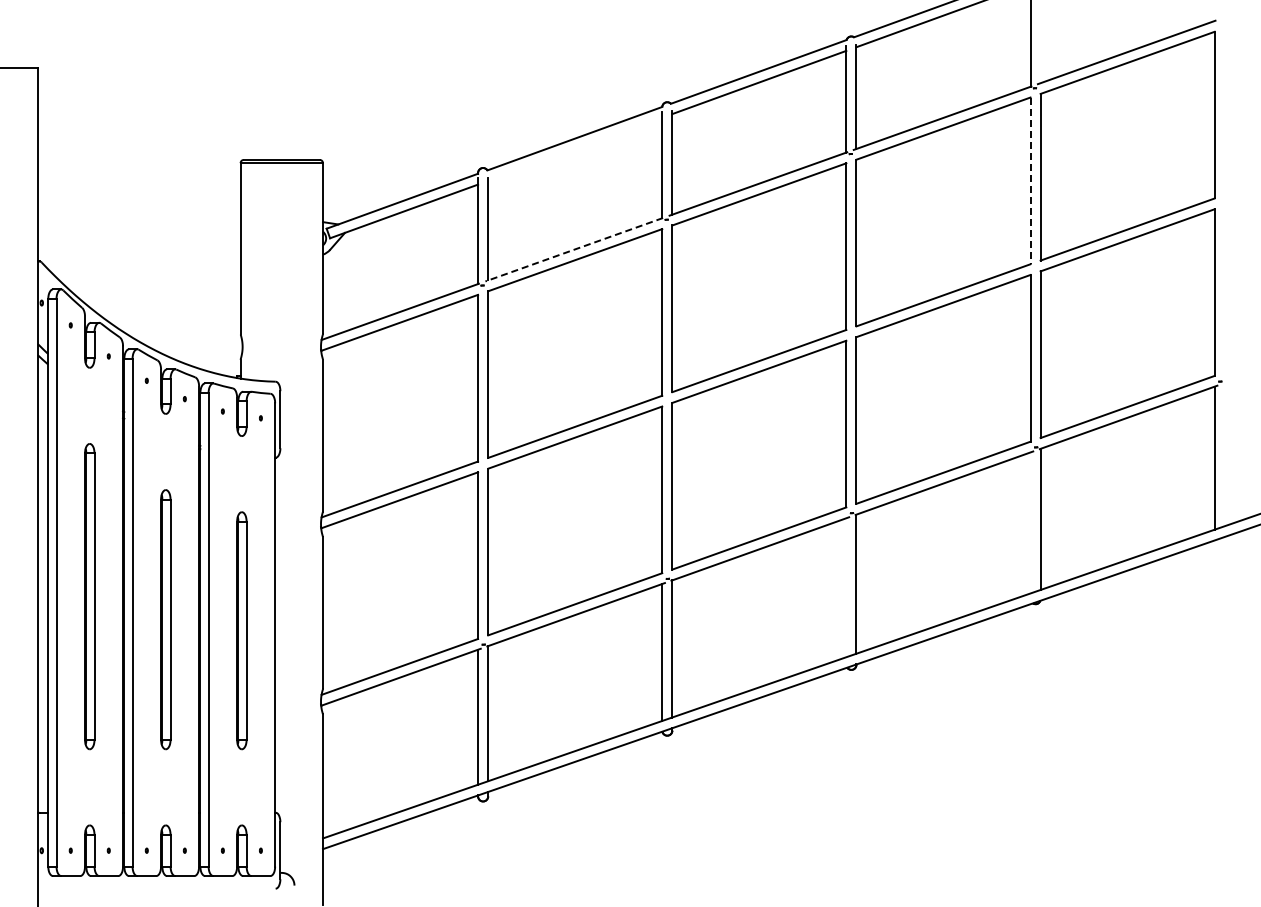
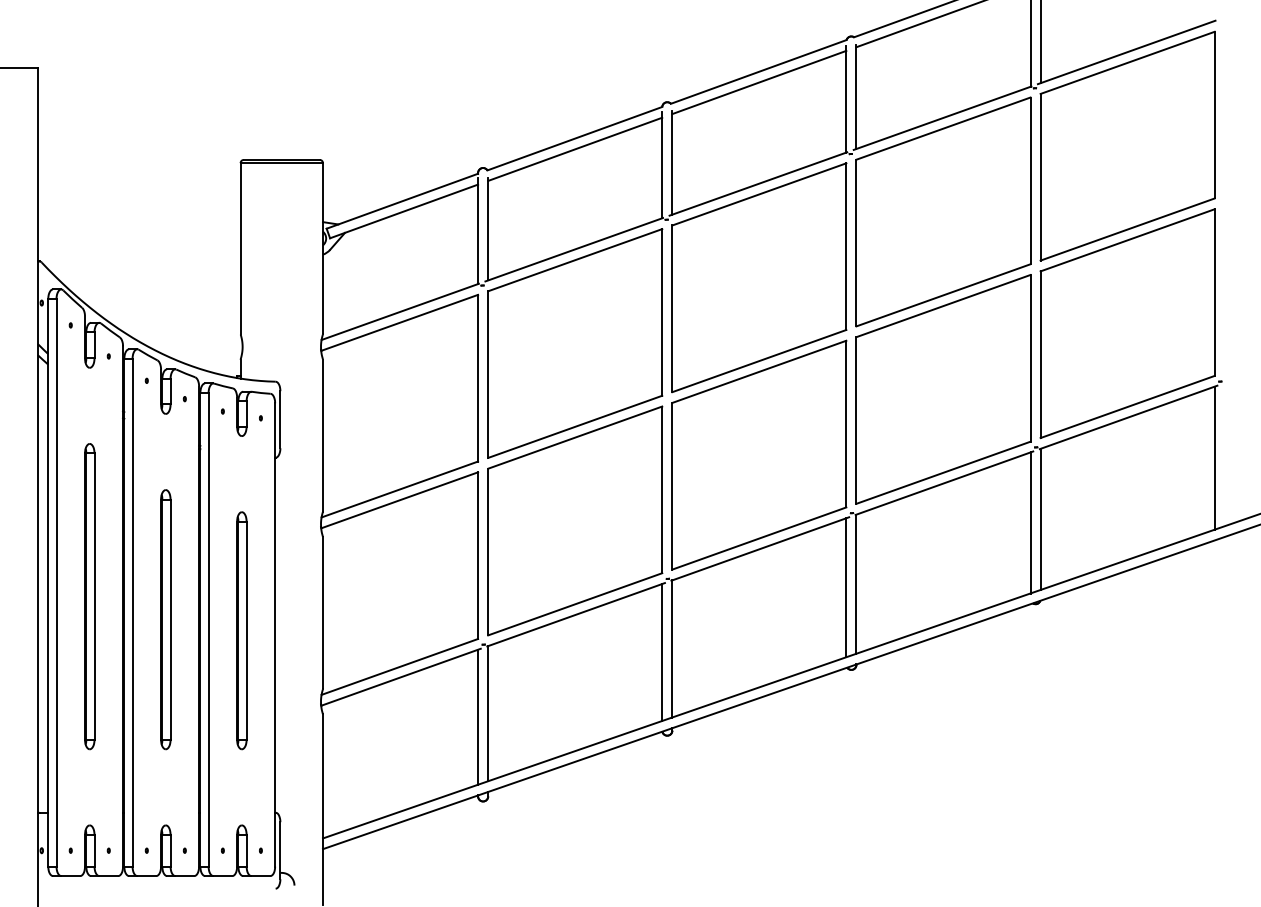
line at (1040, 42): none -> present
line at (575, 148): none -> present
line at (1030, 181): dashed -> solid
line at (573, 249): dashed -> solid
line at (1030, 522): none -> present
line at (846, 587): none -> present
